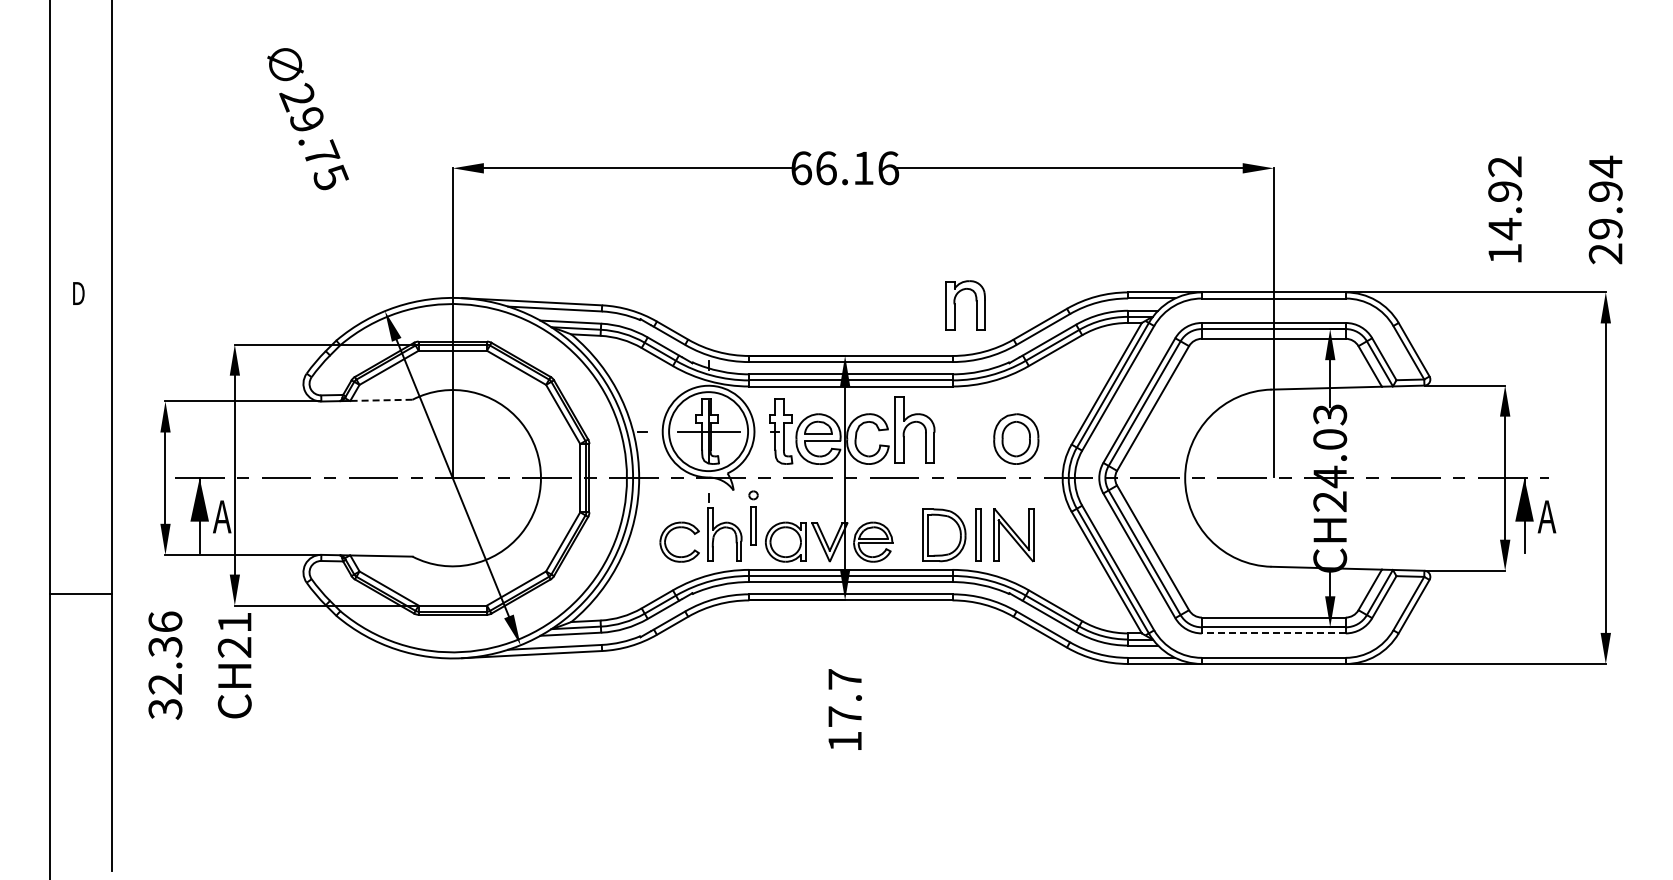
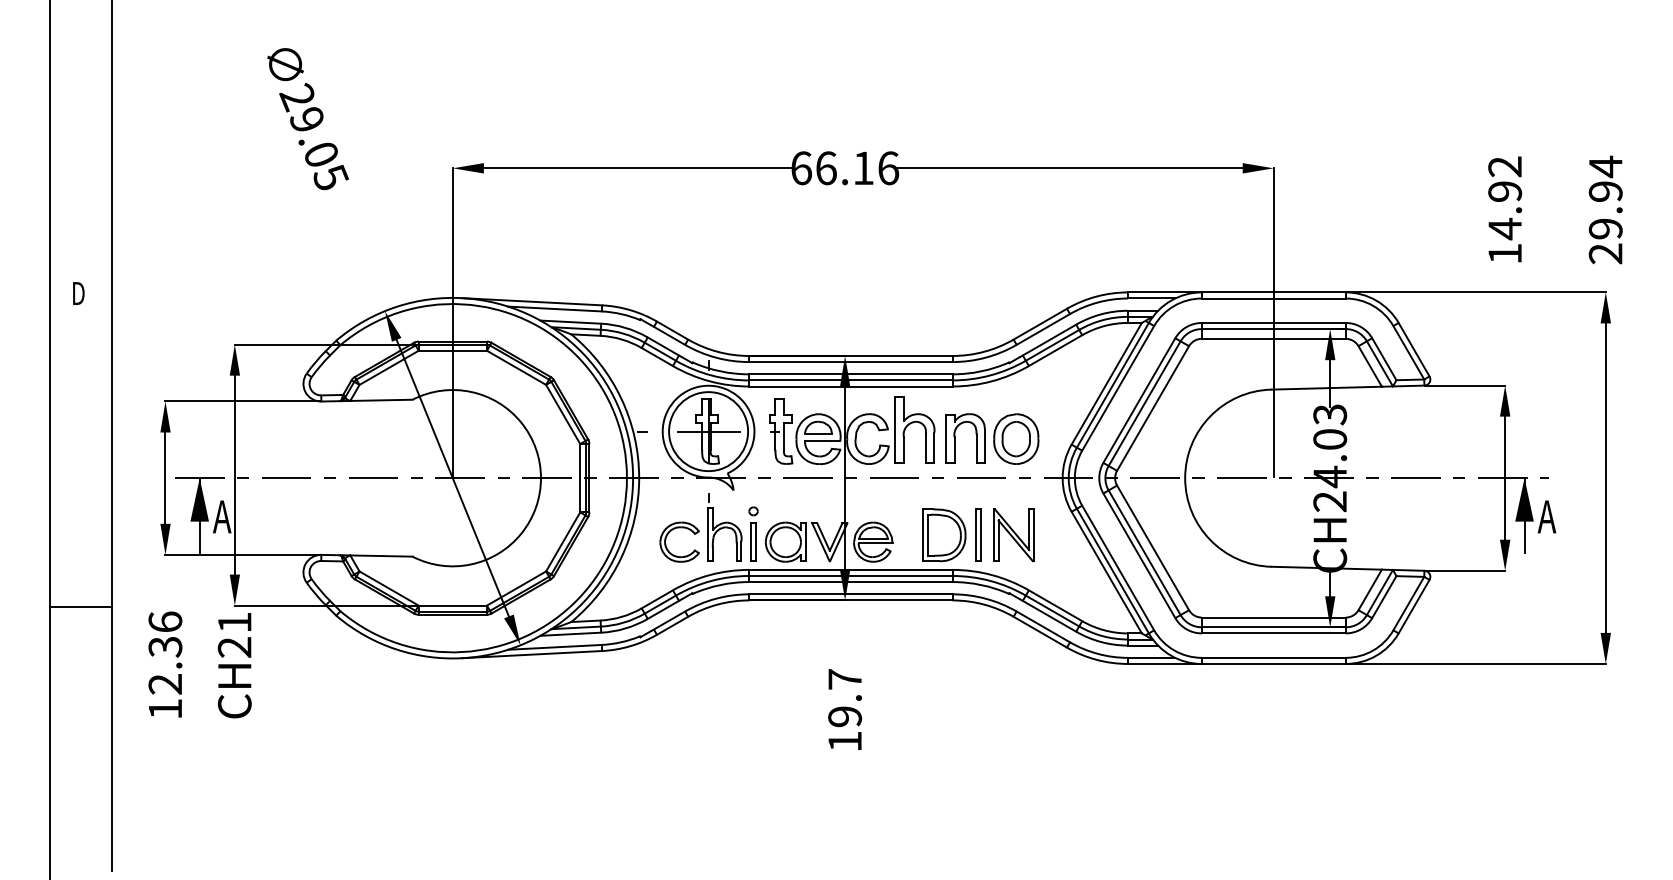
text at (322, 152): 29.75 -> 29.05
part at (955, 305) position: (955, 305) -> (955, 438)
line at (380, 400): dashed -> solid
part at (753, 517) position: (753, 517) -> (753, 533)
line at (81, 594) position: (81, 594) -> (81, 607)
line at (1273, 633): dashed -> solid
text at (165, 709): 32.36 -> 12.36
text at (845, 716): 17.7 -> 19.7
